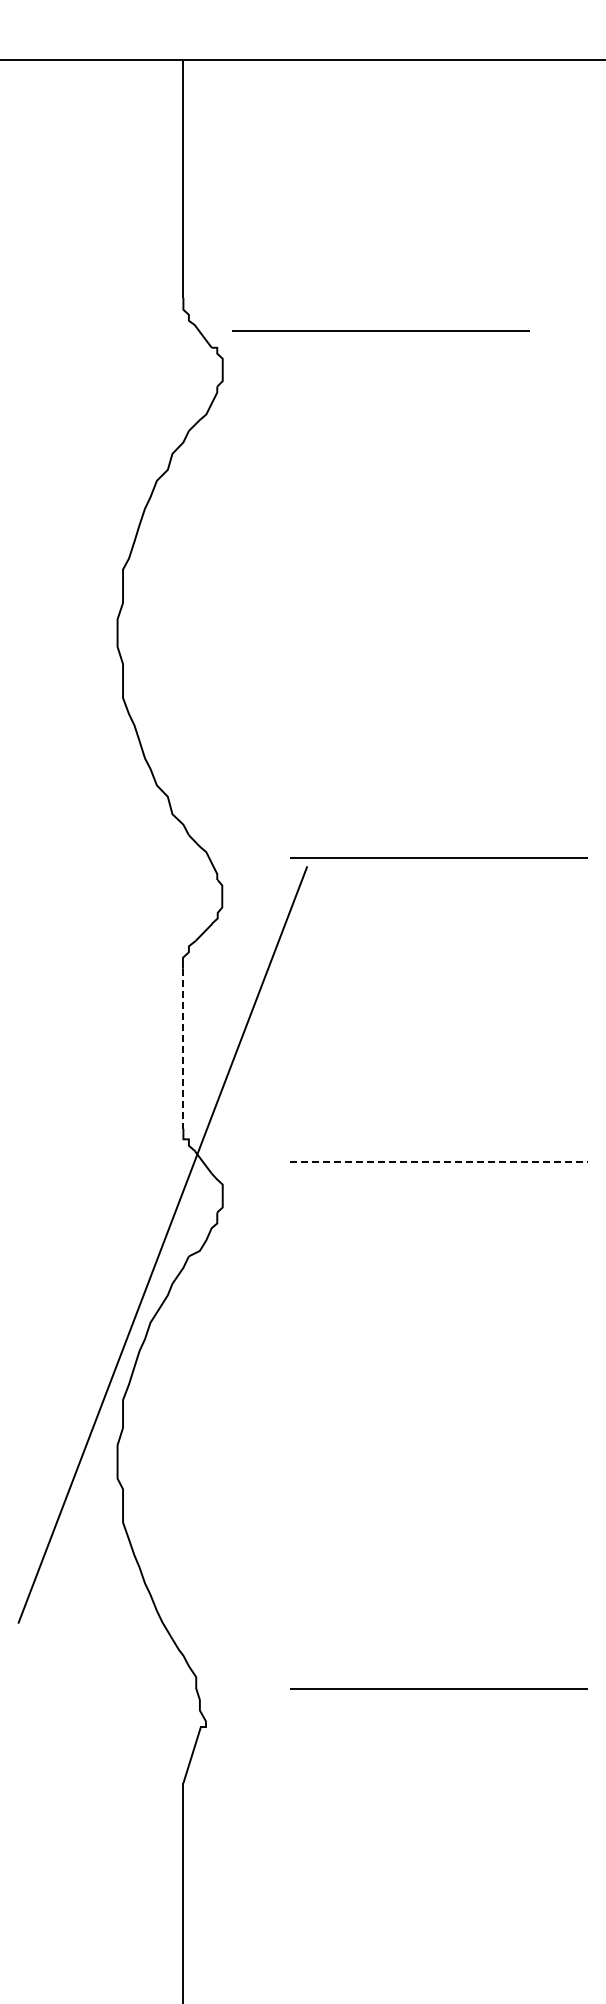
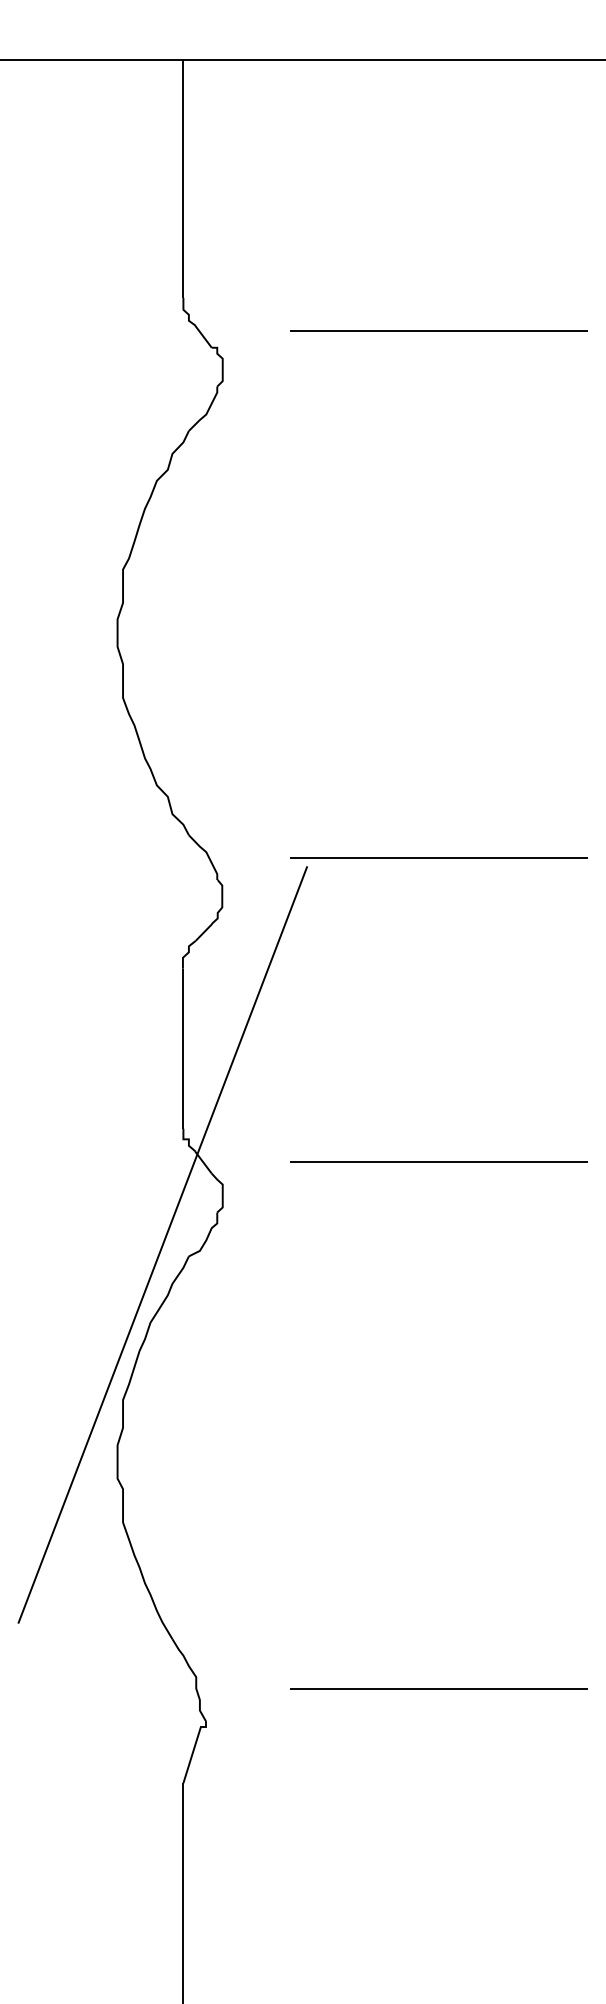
line at (380, 330) position: (380, 330) -> (438, 330)
line at (183, 1049): dashed -> solid
line at (439, 1162): dashed -> solid
